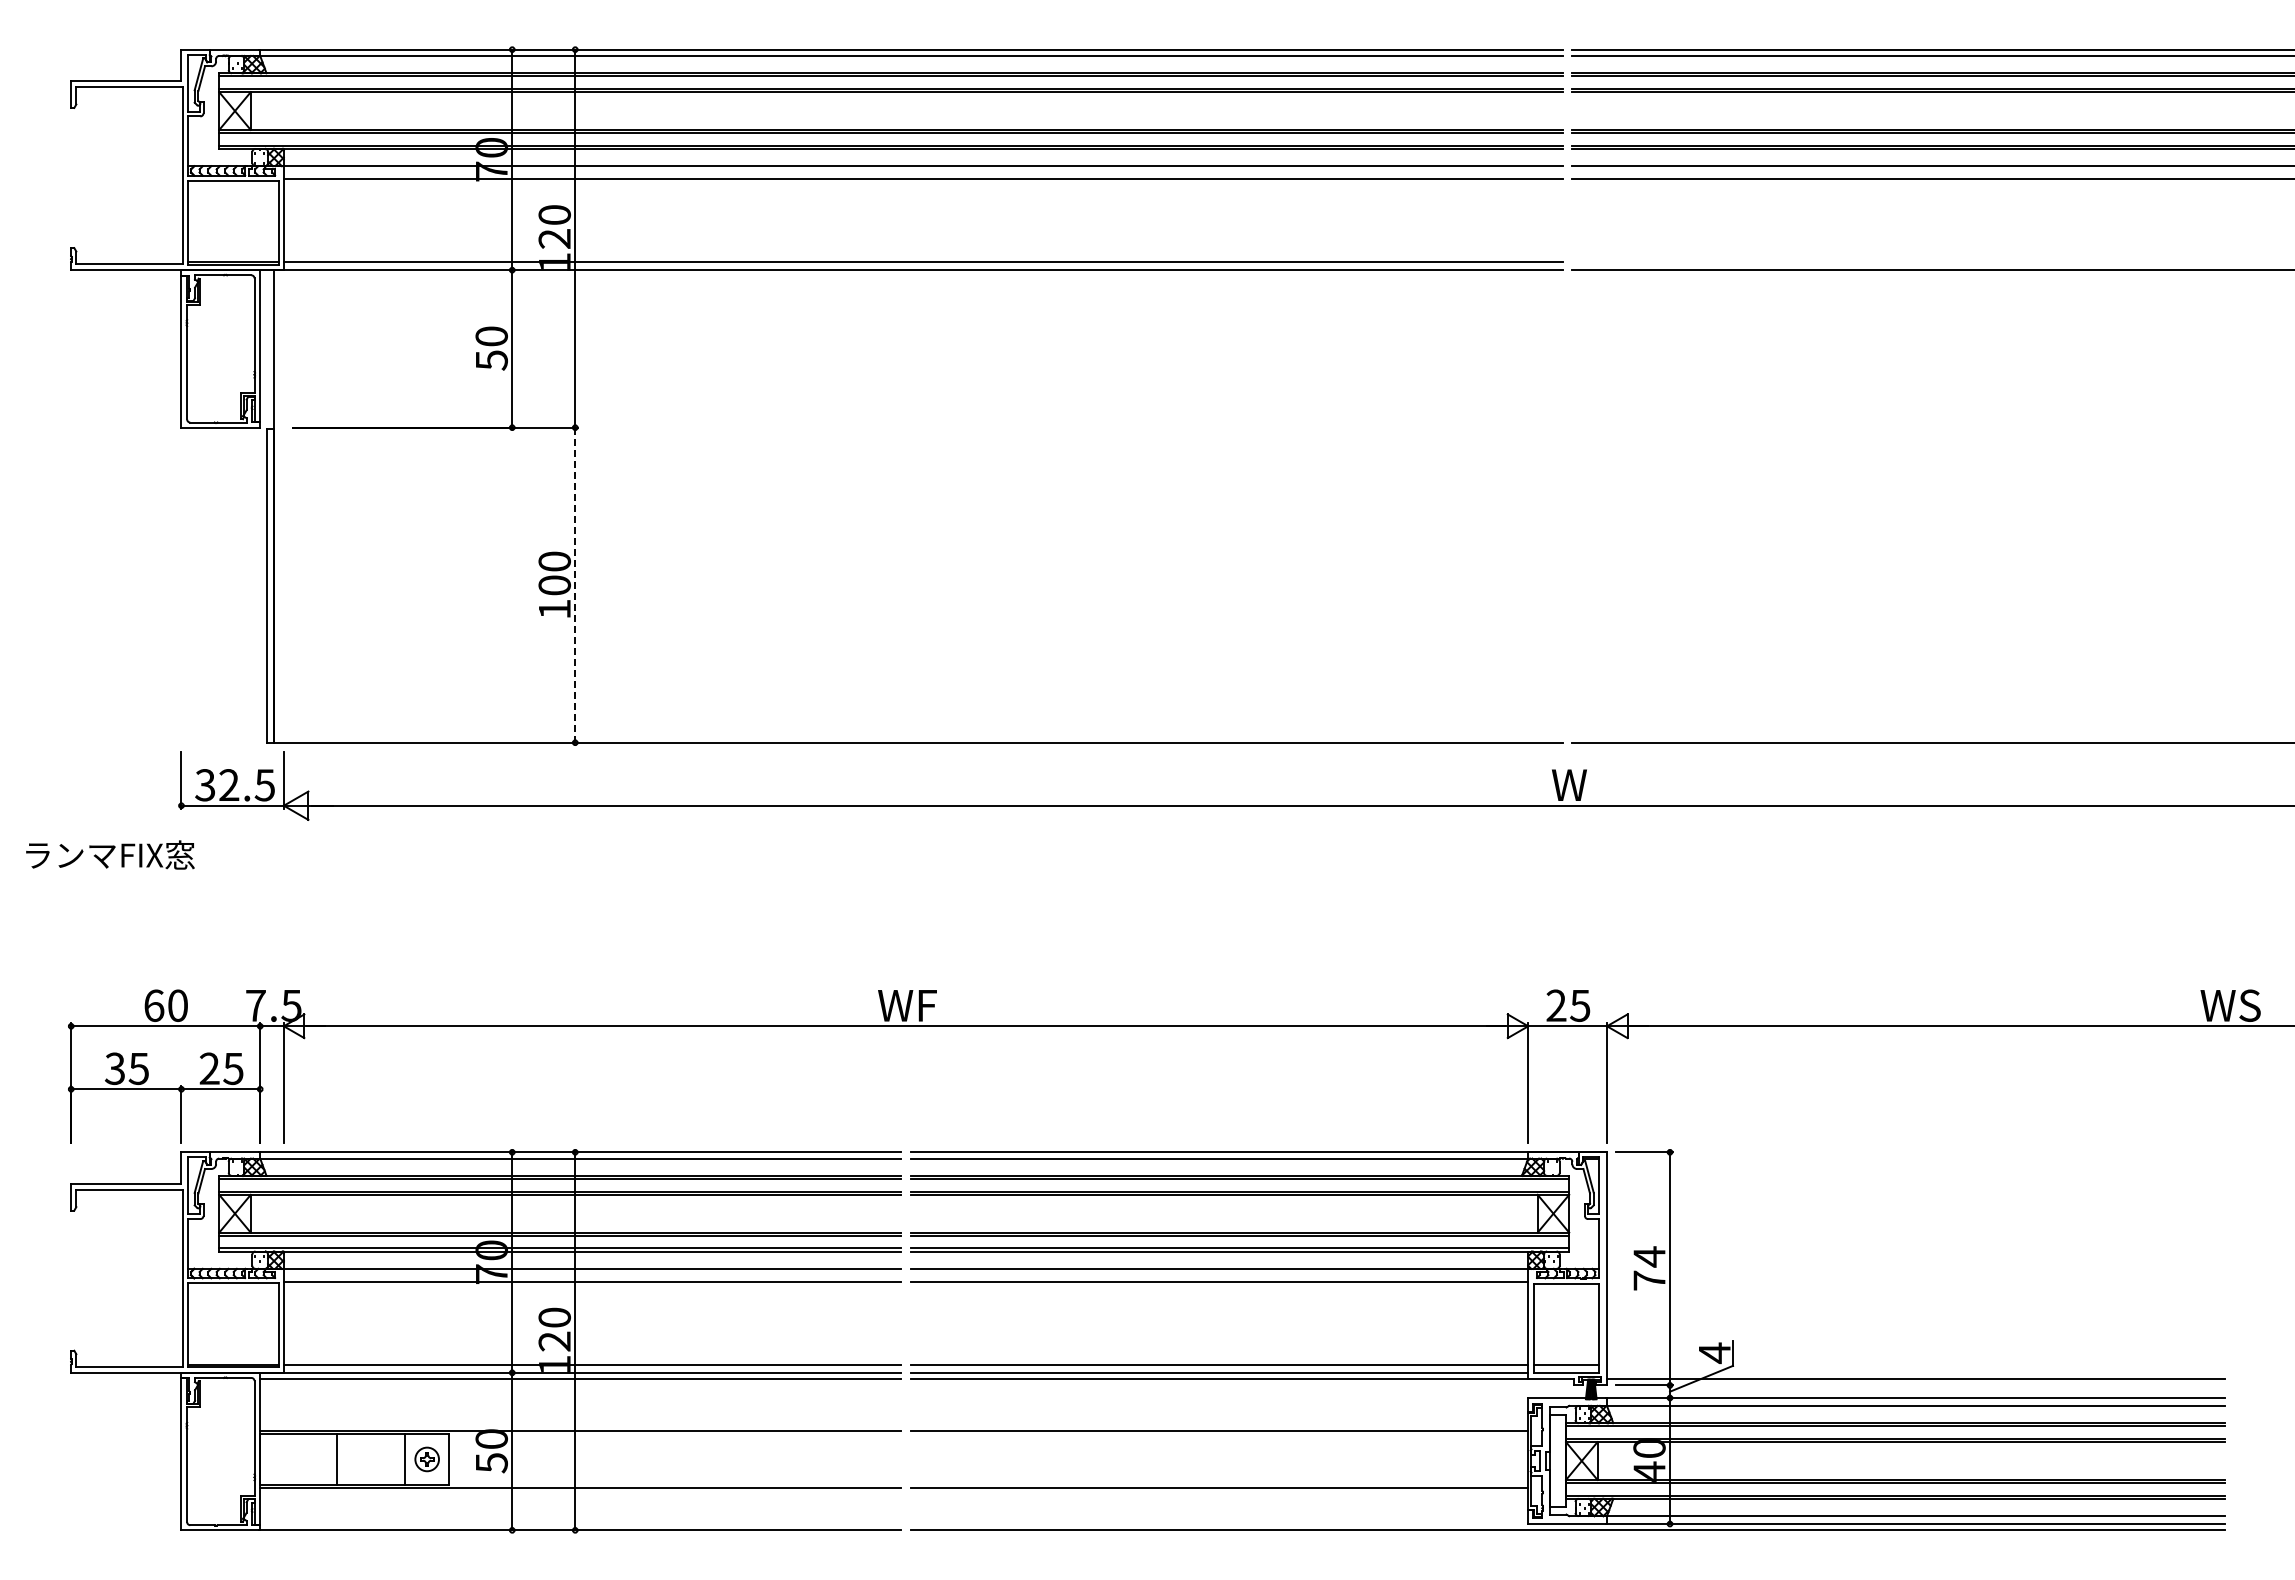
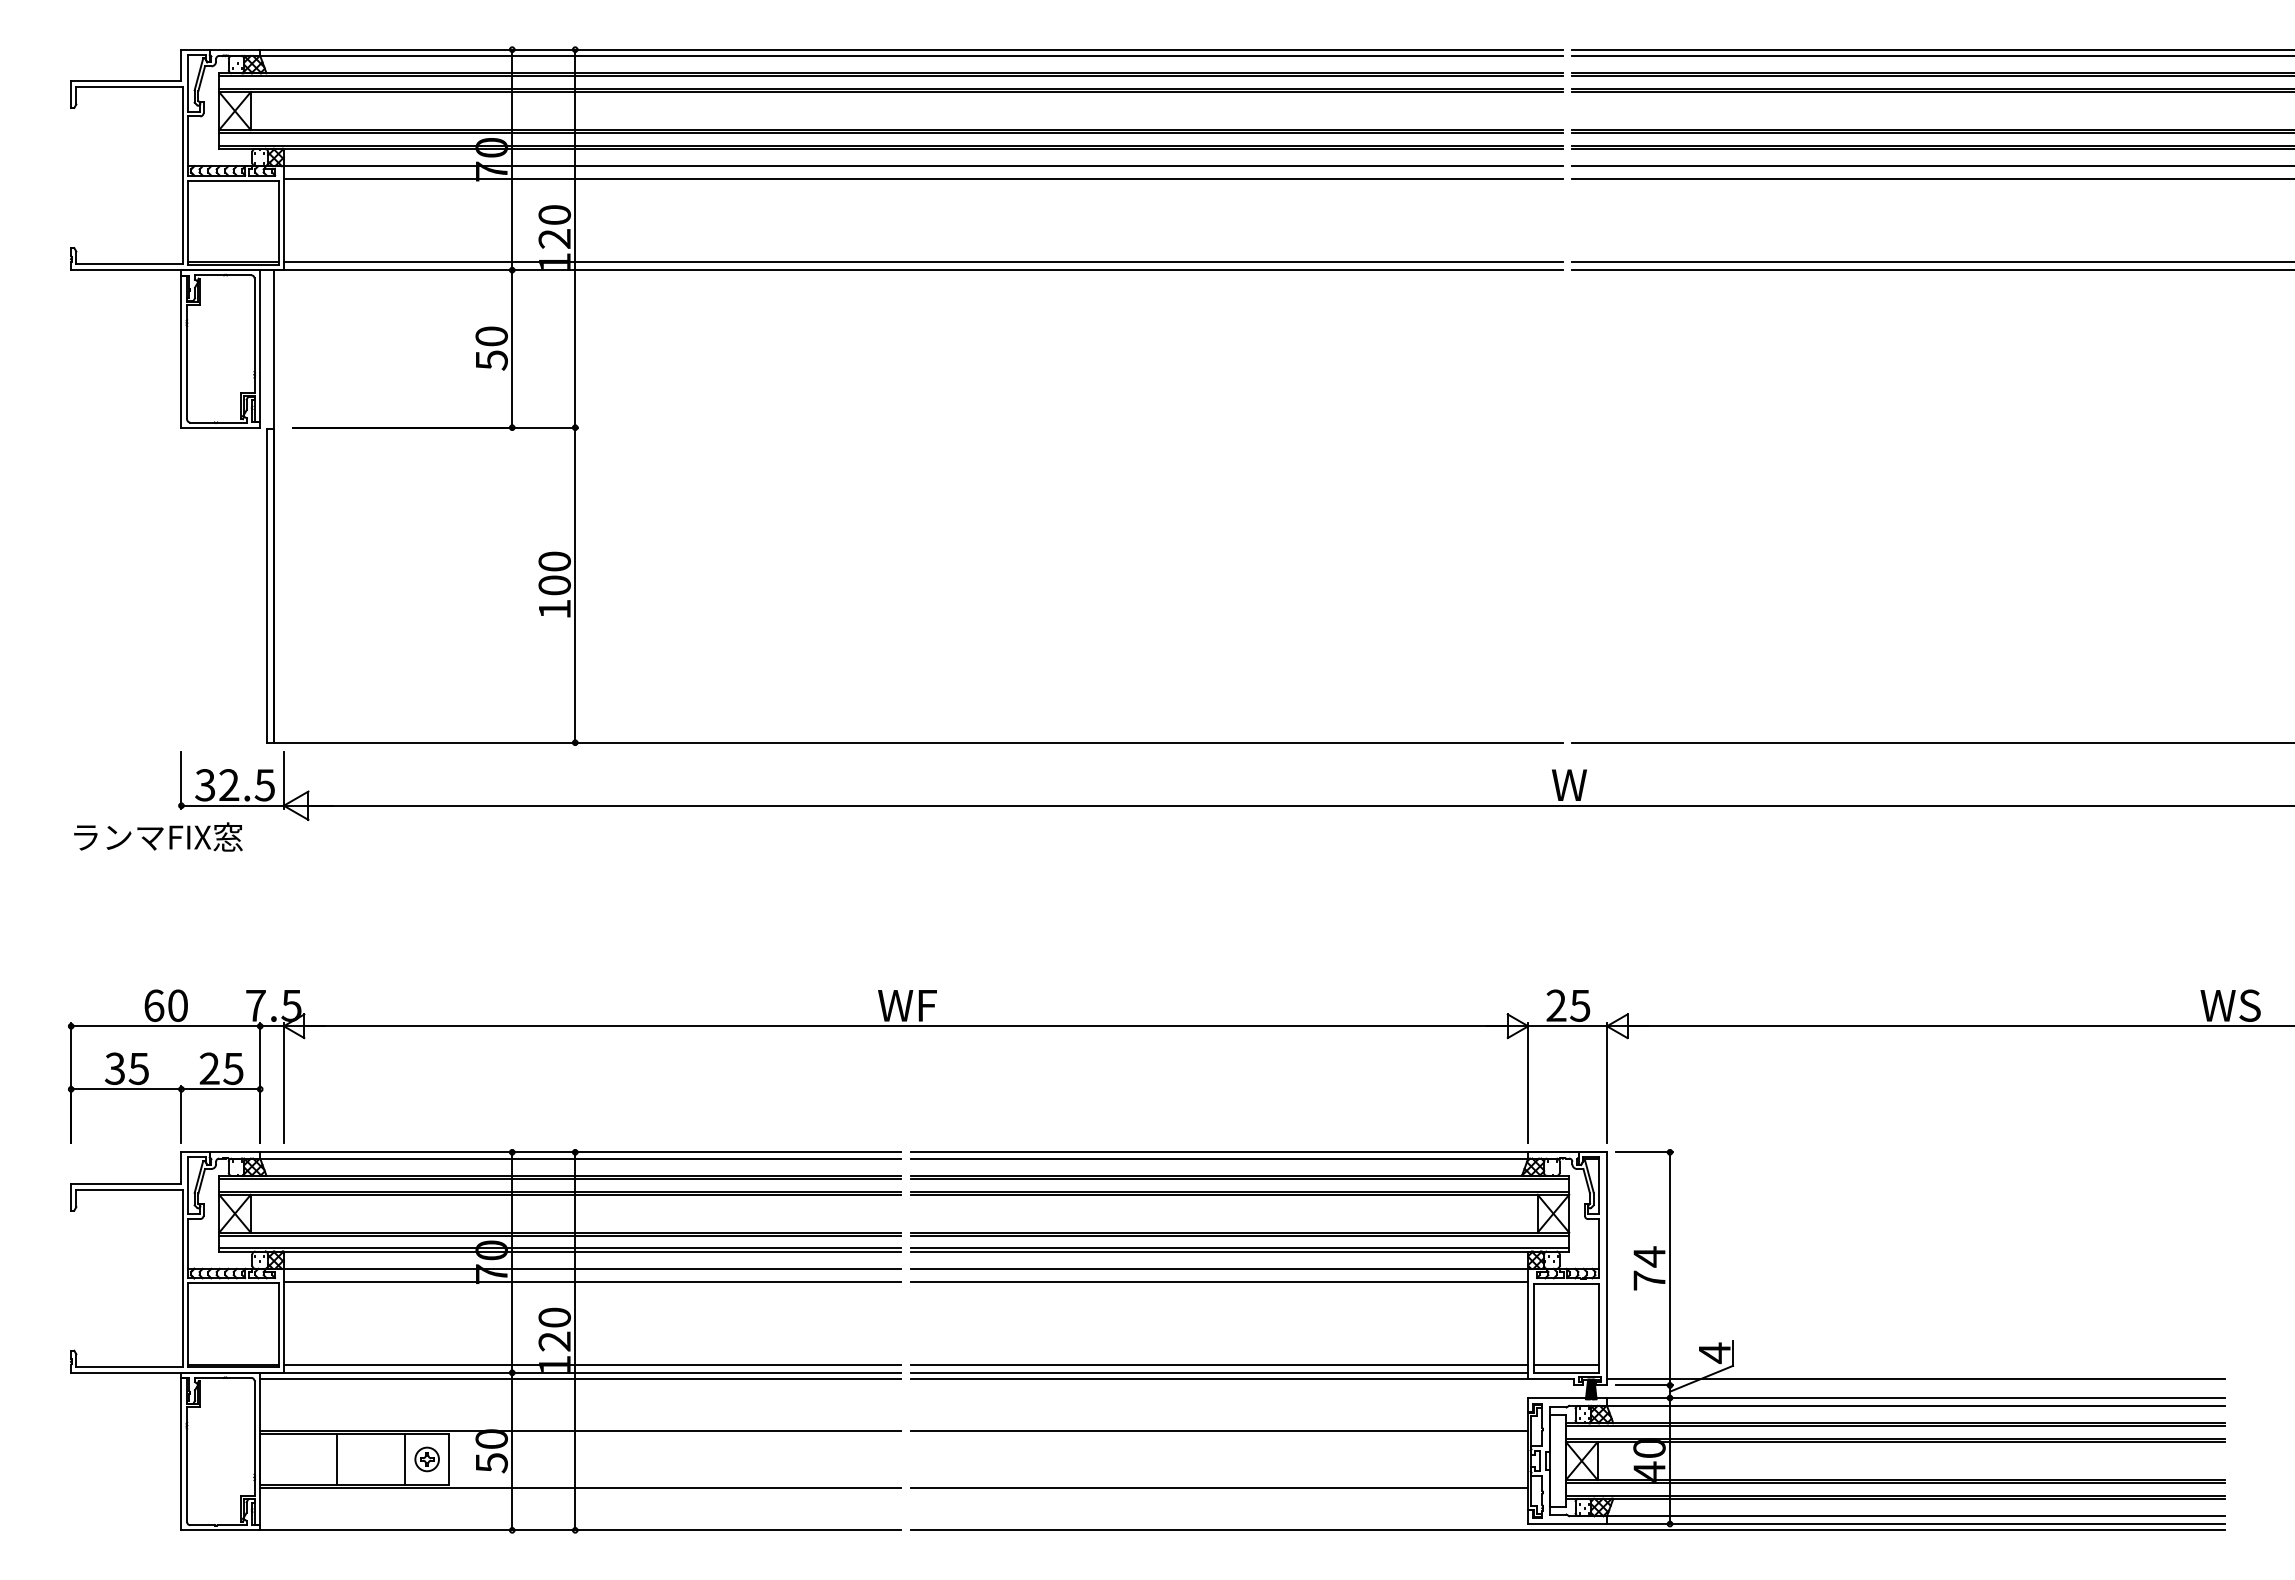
line at (1931, 262): none -> present
line at (575, 585): dashed -> solid
text at (110, 854) position: (110, 854) -> (158, 836)
